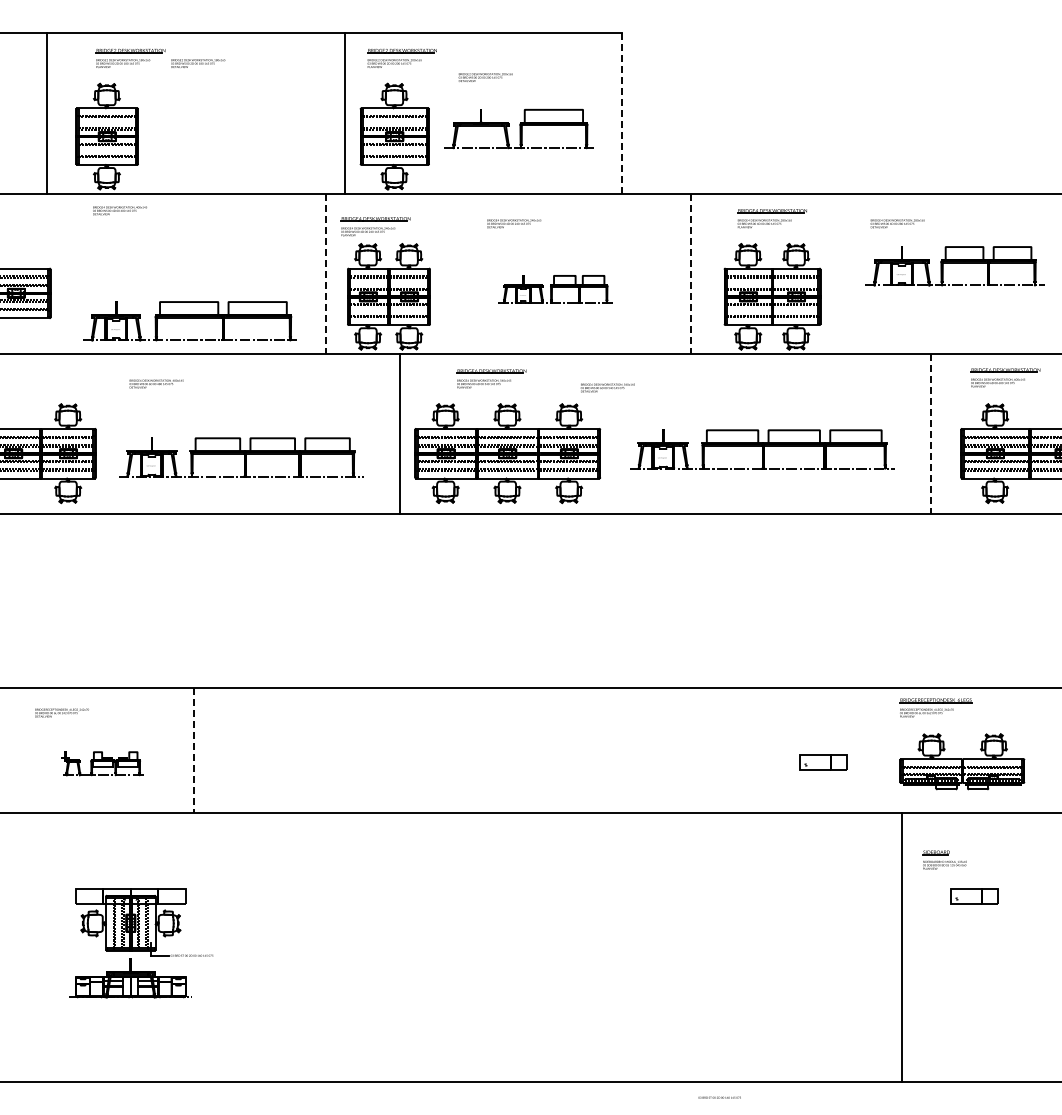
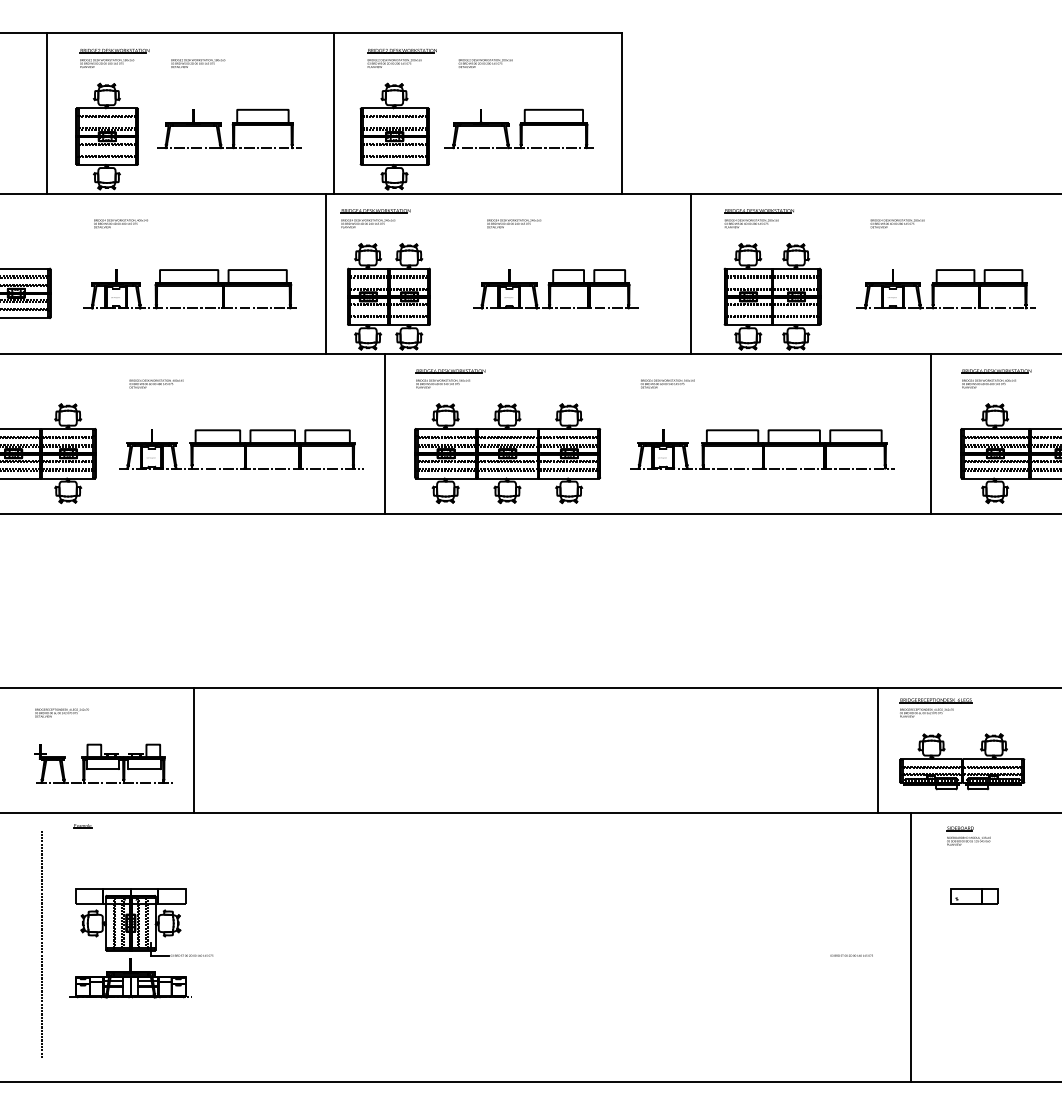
part at (130, 58) position: (130, 58) -> (114, 58)
text at (485, 77) position: (485, 77) -> (485, 63)
line at (345, 113) position: (345, 113) -> (334, 113)
line at (621, 114): dashed -> solid
part at (229, 128): none -> present
text at (119, 210) position: (119, 210) -> (120, 223)
part at (771, 218) position: (771, 218) -> (758, 218)
part at (375, 226) position: (375, 226) -> (375, 218)
part at (954, 266) position: (954, 266) -> (945, 289)
line at (325, 274): dashed -> solid
line at (691, 274): dashed -> solid
part at (555, 289) size: 115x29 px -> 166x41 px
part at (189, 321) position: (189, 321) -> (189, 289)
part at (1005, 377) position: (1005, 377) -> (996, 378)
part at (491, 378) position: (491, 378) -> (450, 378)
text at (607, 387) position: (607, 387) -> (667, 383)
line at (400, 433) position: (400, 433) -> (385, 433)
line at (931, 434): dashed -> solid
part at (241, 457) position: (241, 457) -> (241, 449)
line at (193, 750): dashed -> solid
line at (877, 750): none -> present
part at (823, 762): present -> none
part at (102, 763) size: 83x26 px -> 139x41 px
part at (82, 826): none -> present
part at (944, 859) position: (944, 859) -> (968, 835)
line at (42, 943): none -> present
line at (901, 947) position: (901, 947) -> (910, 947)
text at (719, 1097) position: (719, 1097) -> (851, 955)
